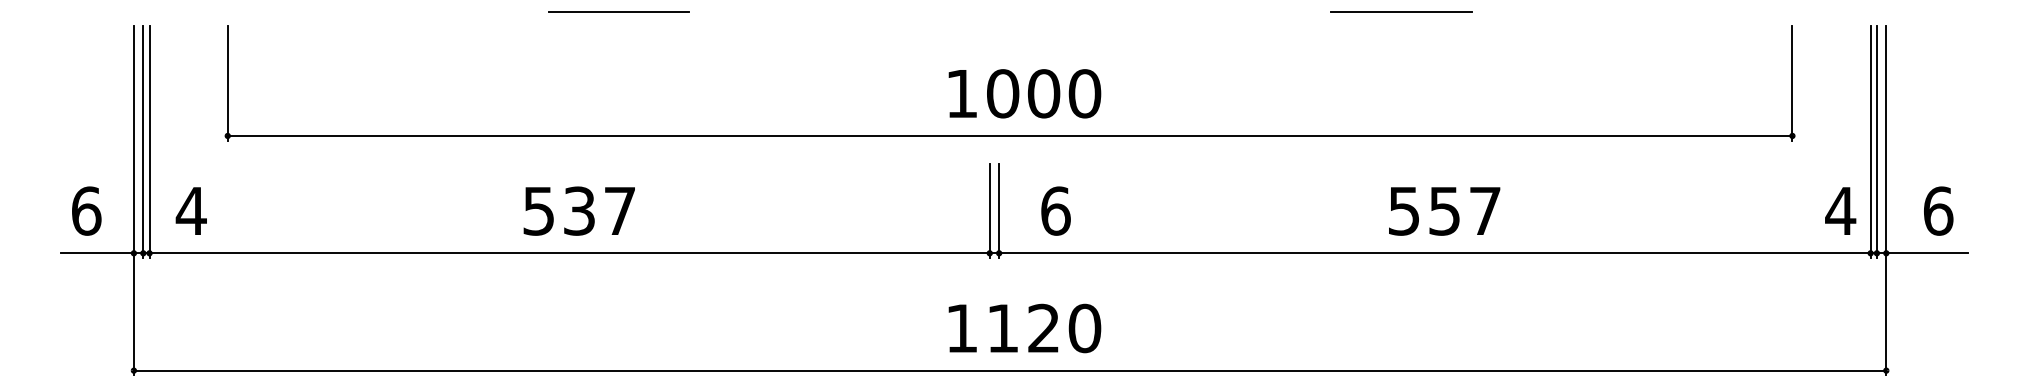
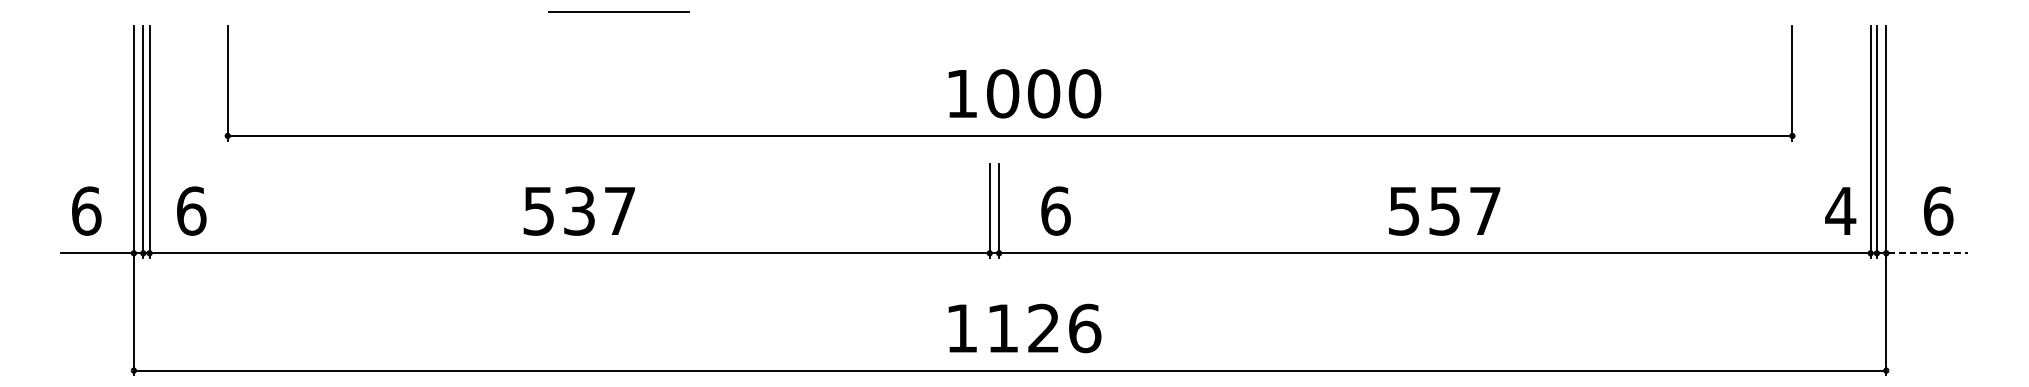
line at (1400, 11): present -> none
text at (190, 210): 4 -> 6
line at (1922, 253): solid -> dashed
text at (1084, 328): 1120 -> 1126
